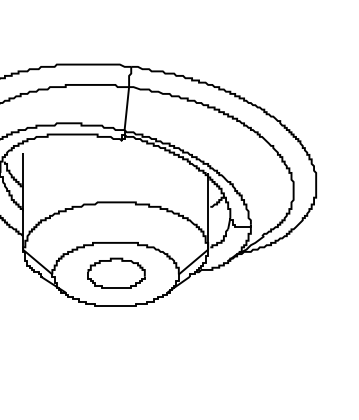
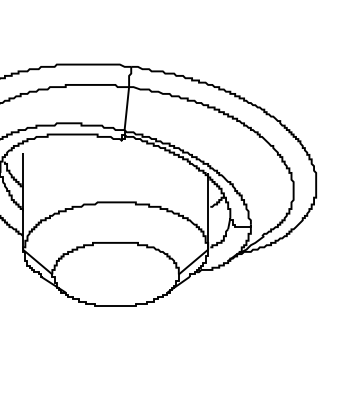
part at (116, 272): present -> none
